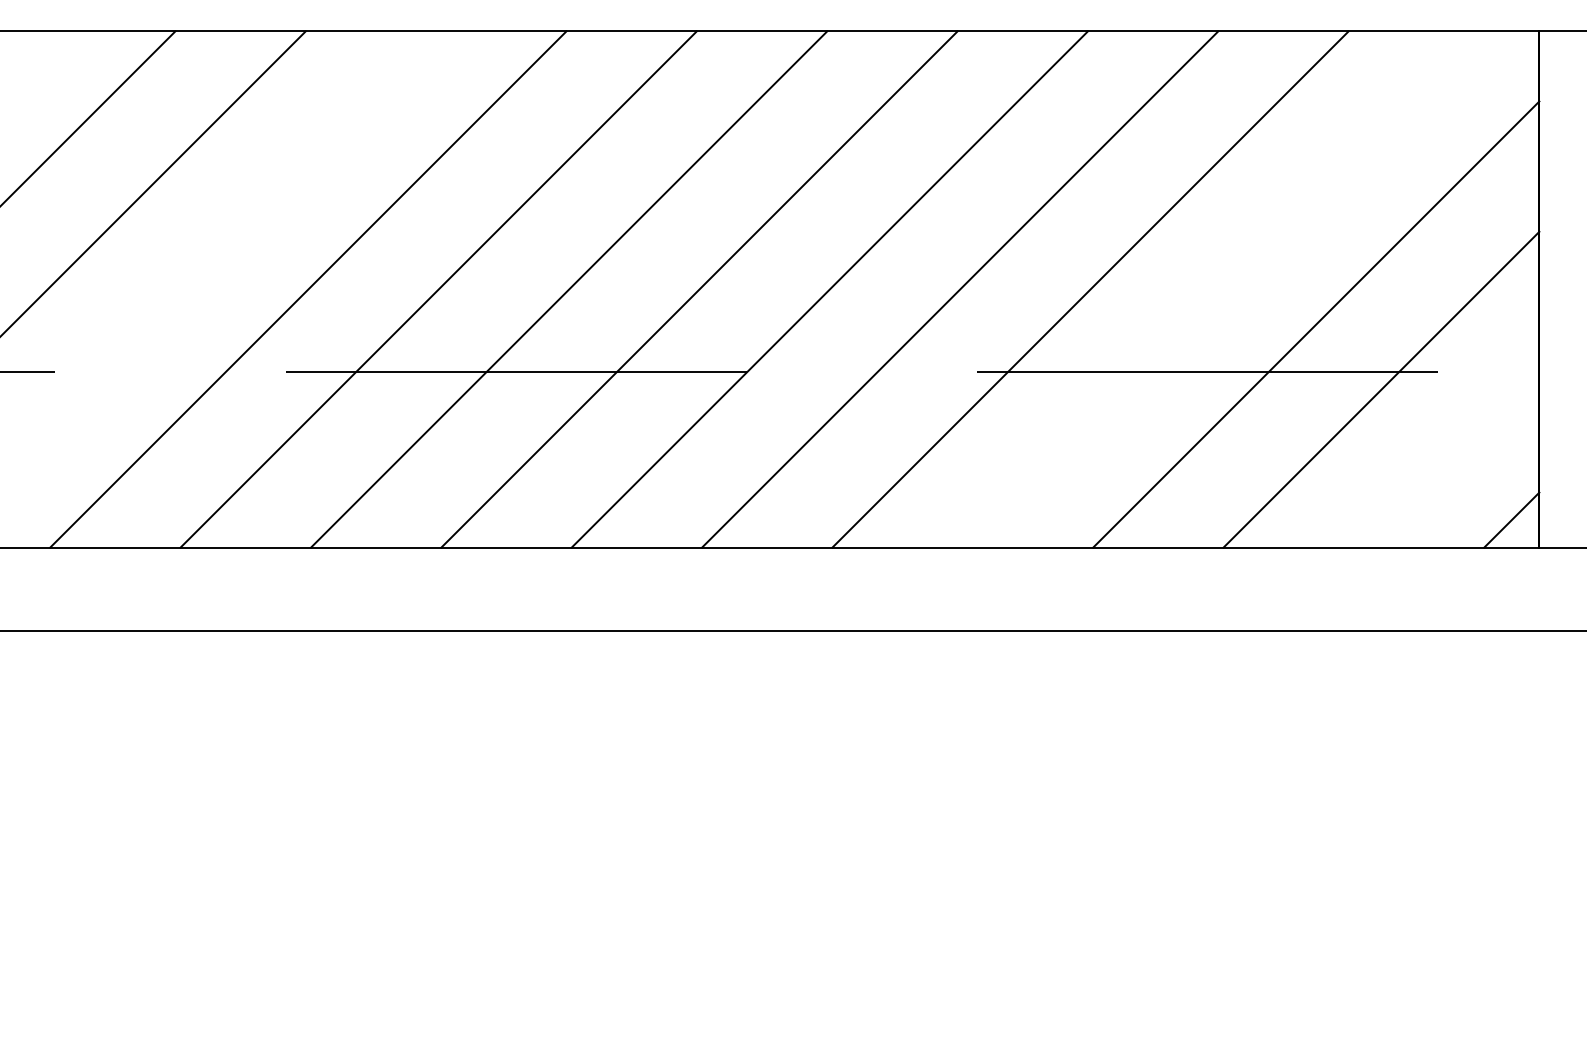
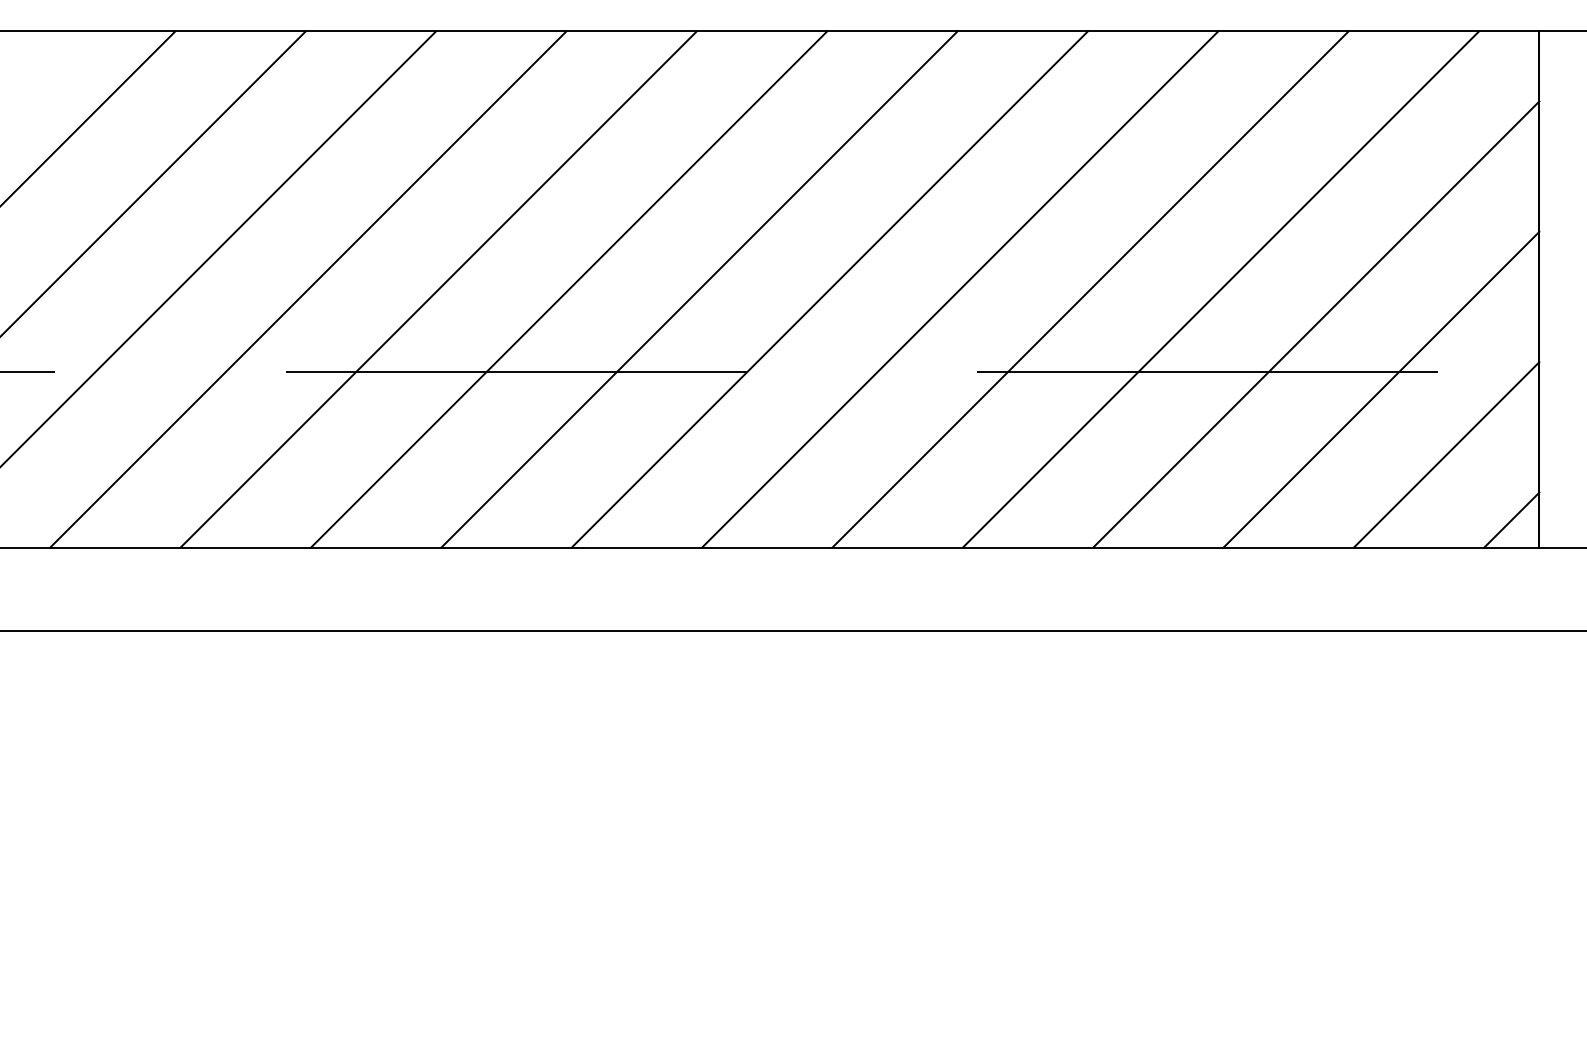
line at (219, 247): none -> present
line at (1220, 289): none -> present
line at (1446, 454): none -> present
